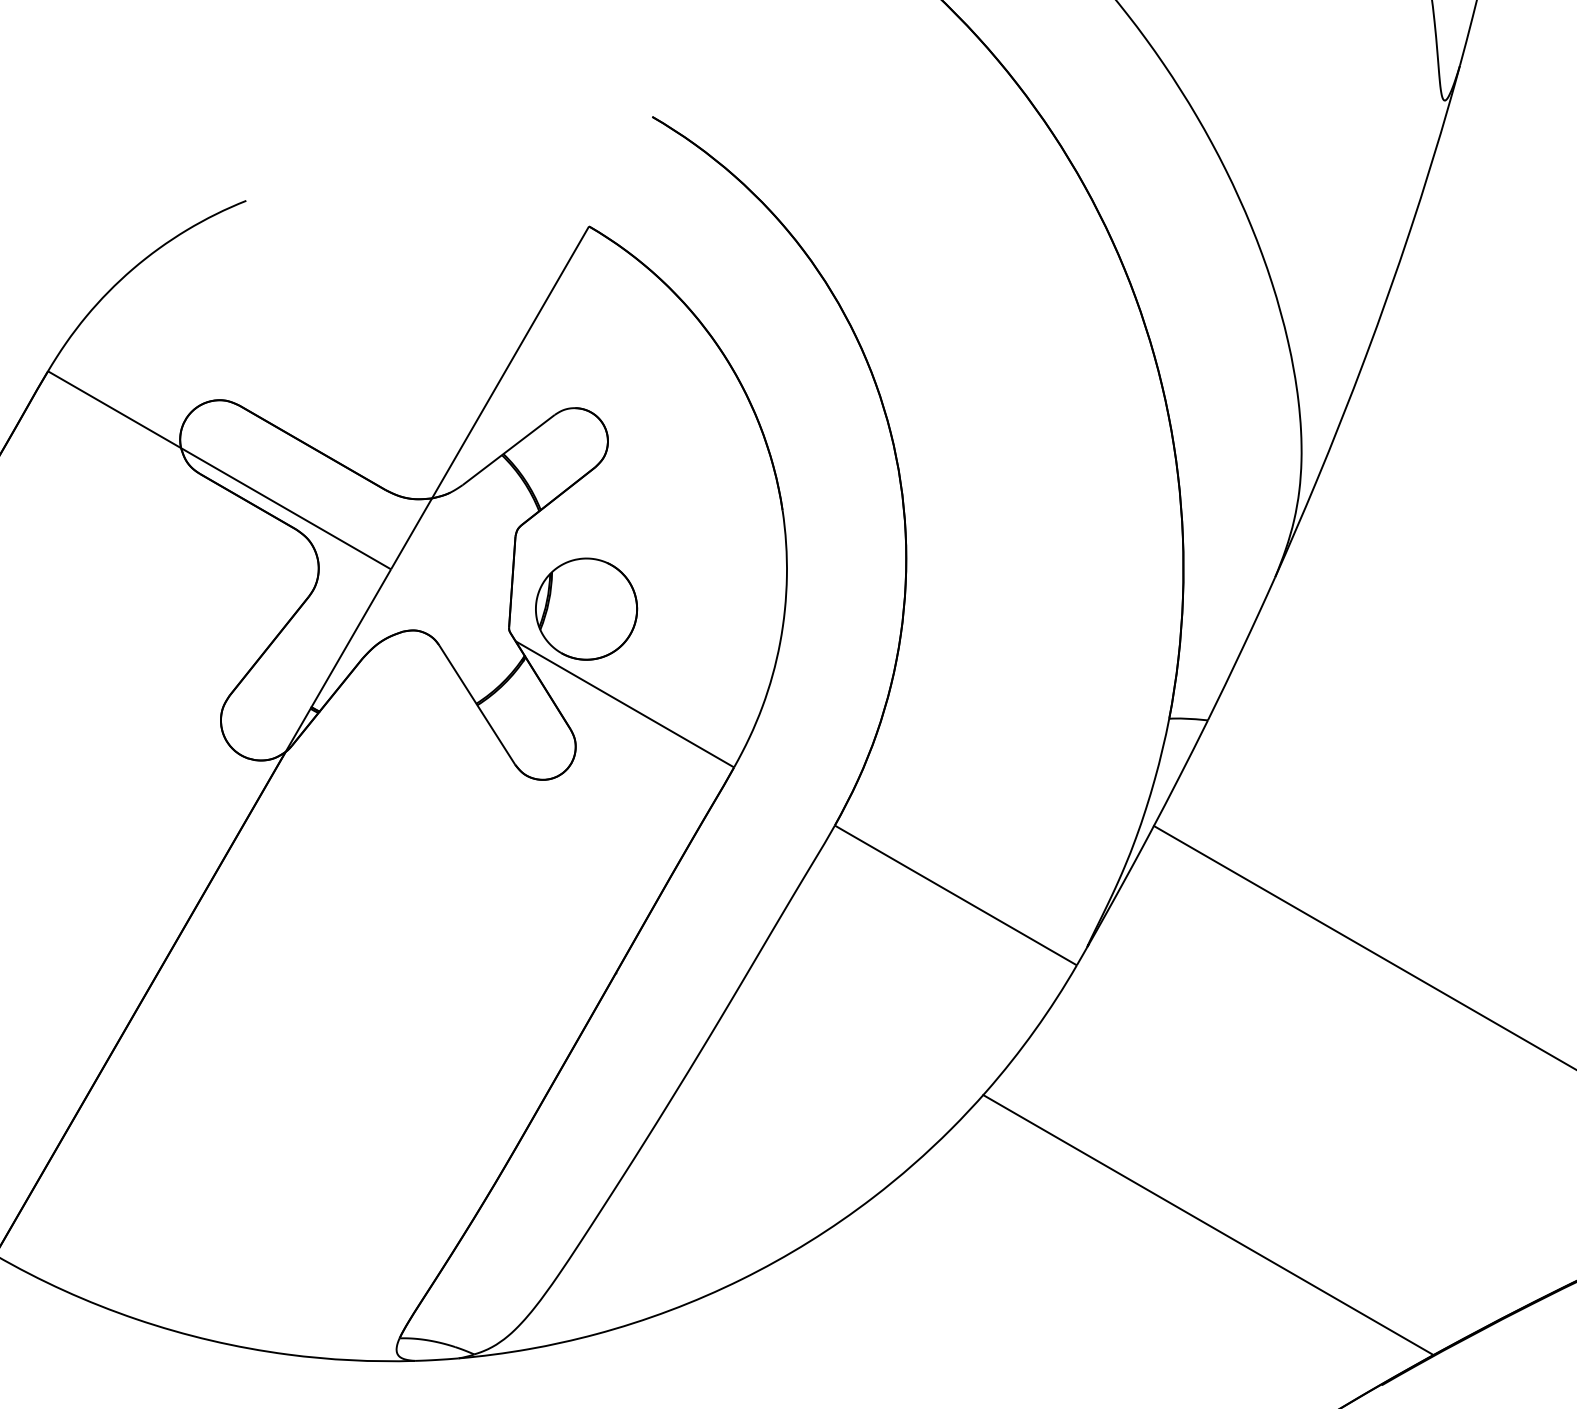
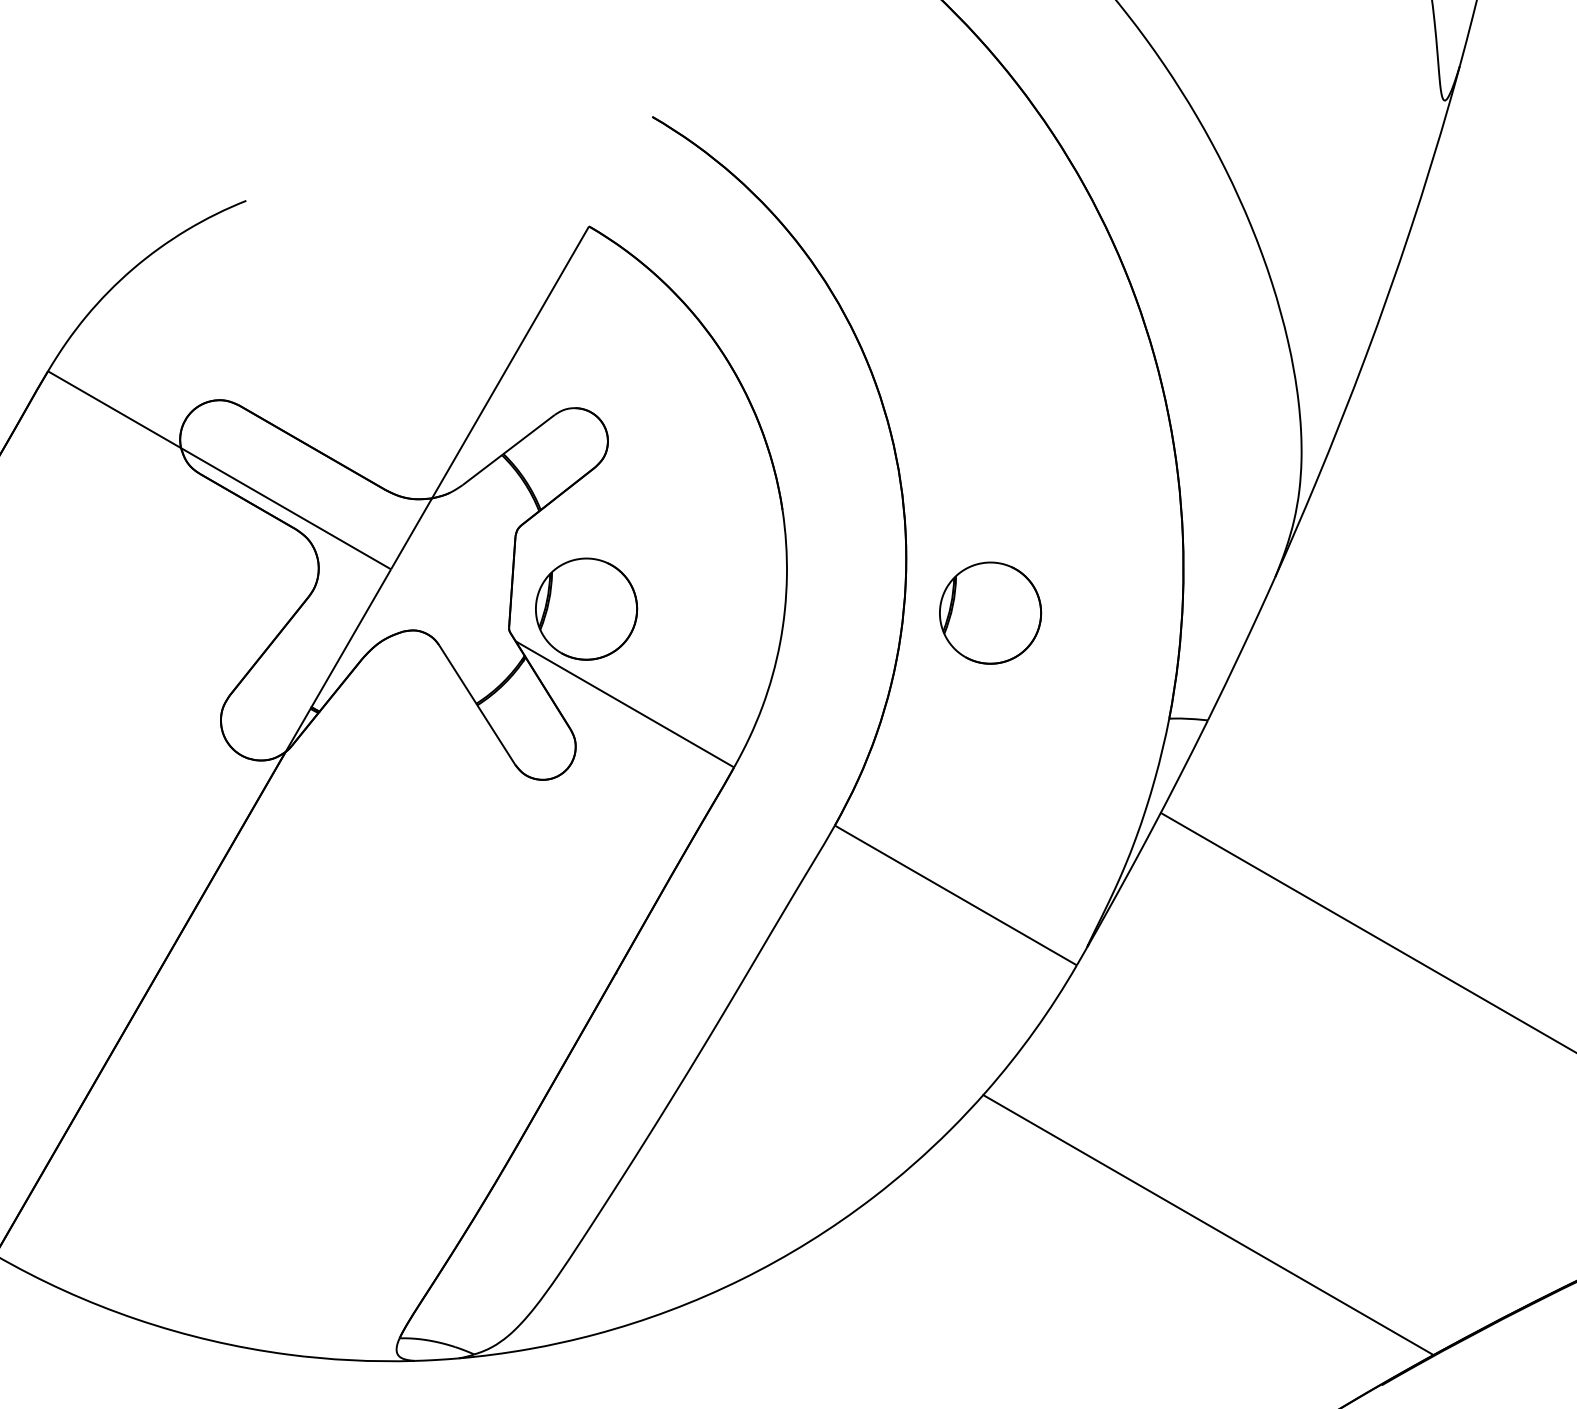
part at (990, 612): none -> present
line at (1363, 946) position: (1363, 946) -> (1366, 931)
